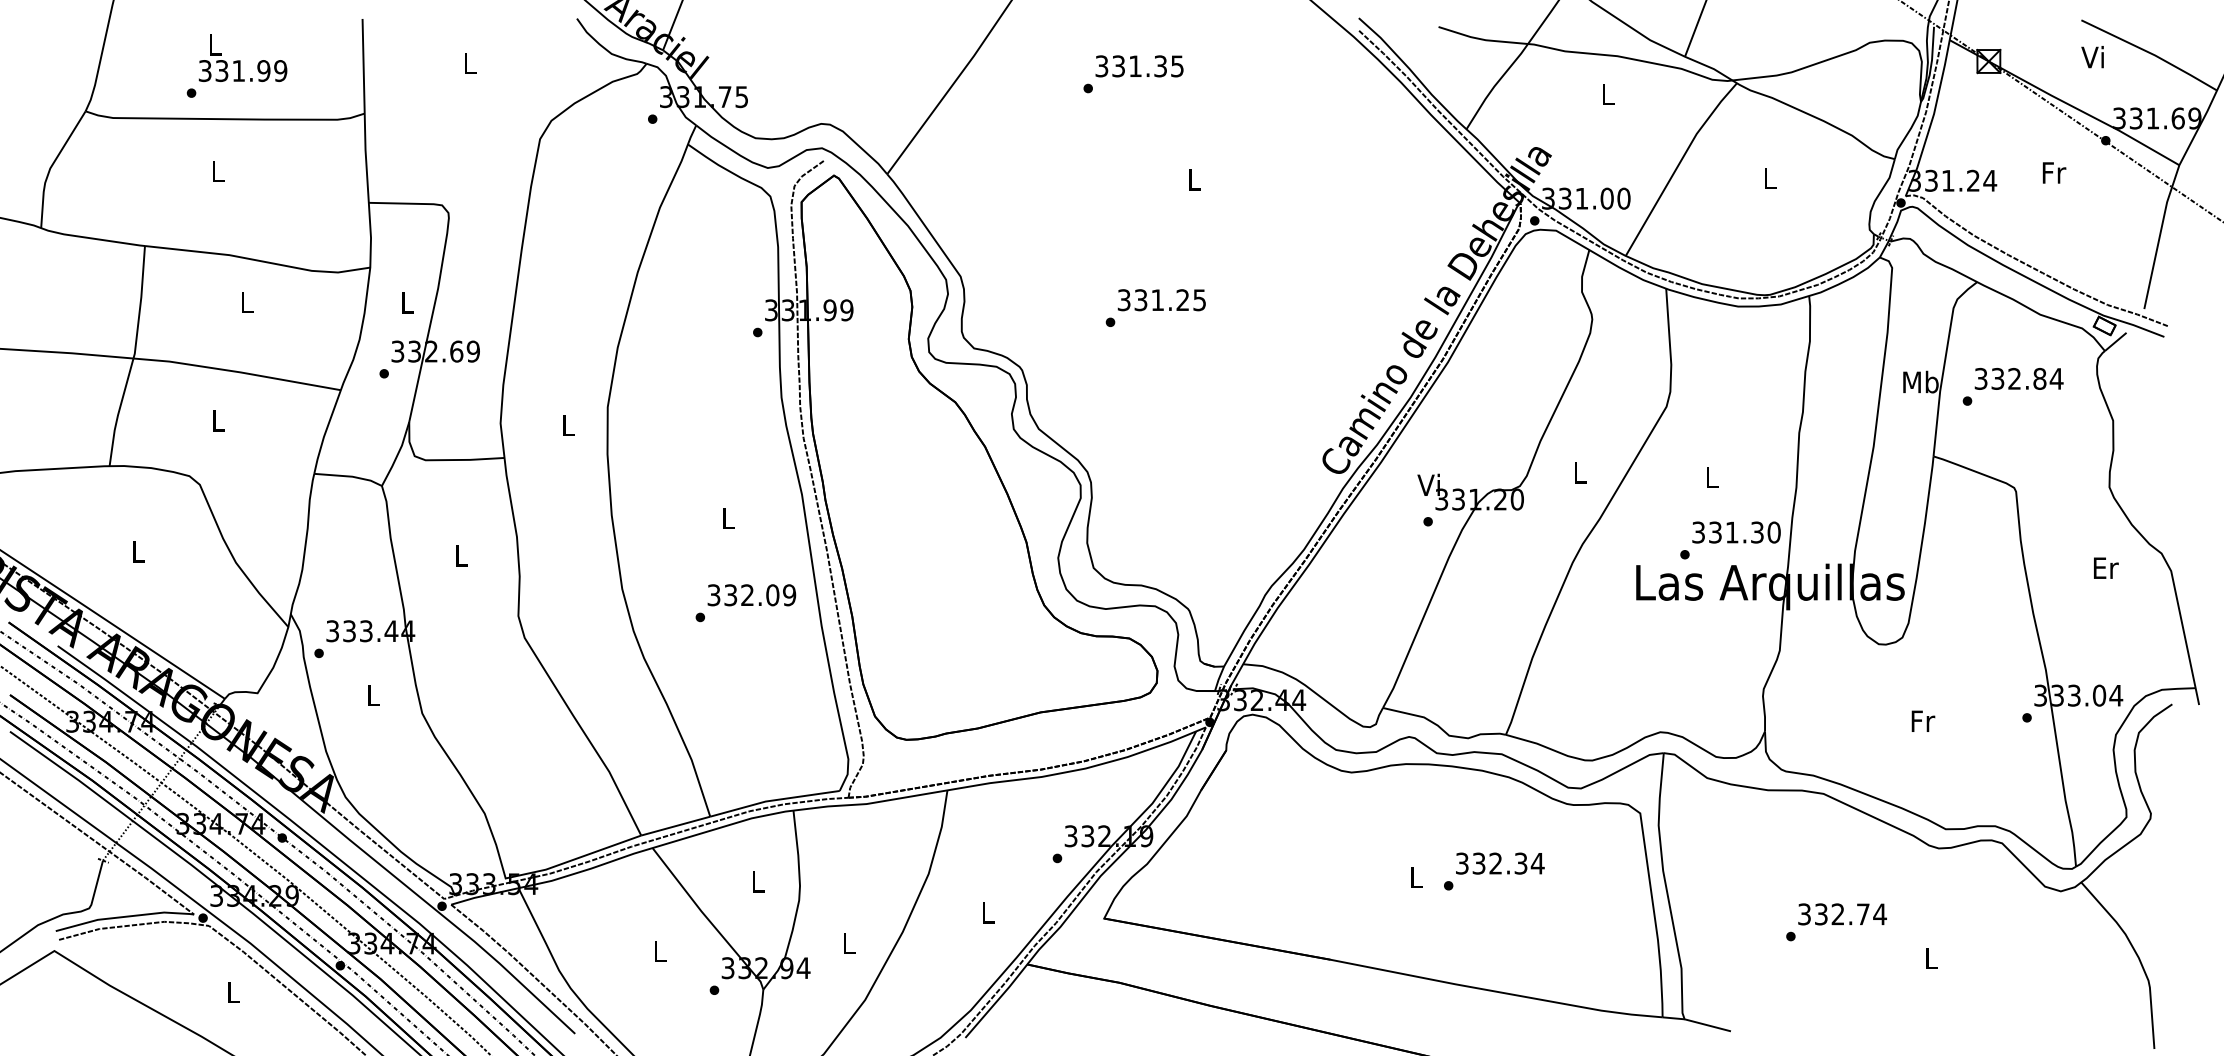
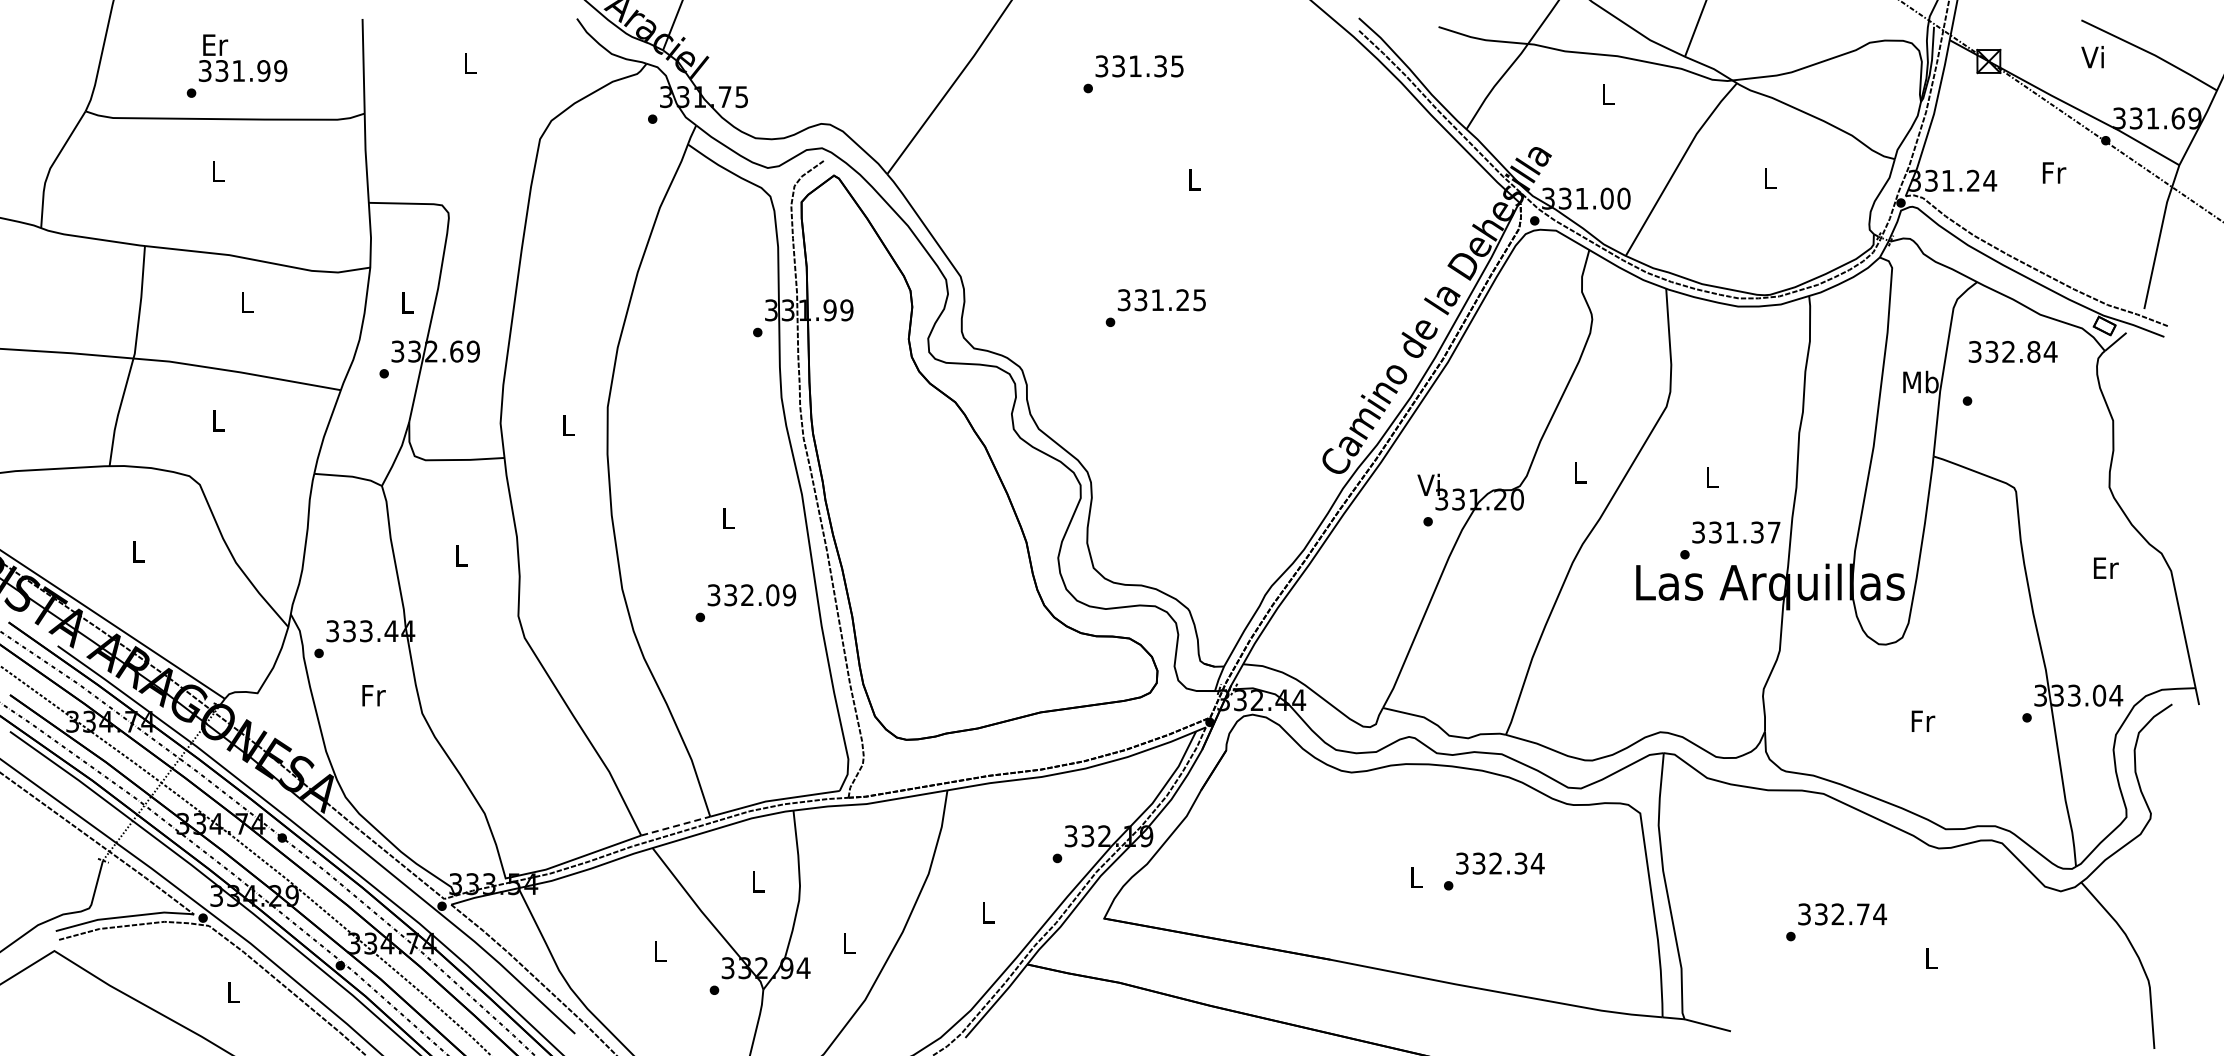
text at (215, 44): L -> Er
text at (2018, 378) position: (2018, 378) -> (2012, 351)
text at (1773, 532): 331.30 -> 331.37
text at (373, 695): L -> Fr
line at (675, 826): solid -> dashed
